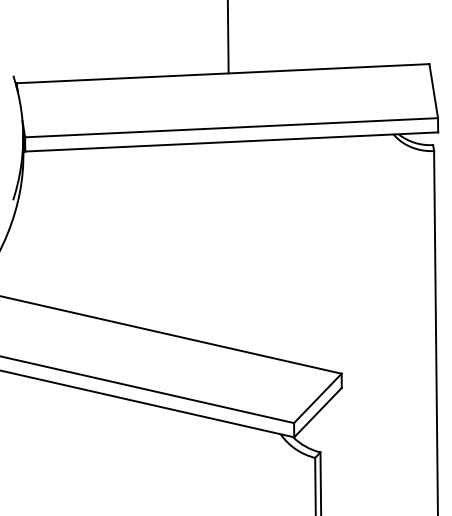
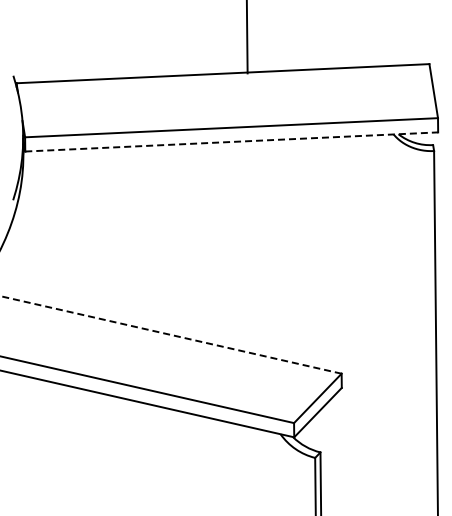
line at (227, 37) position: (227, 37) -> (246, 37)
line at (231, 141): solid -> dashed
line at (170, 334): solid -> dashed
